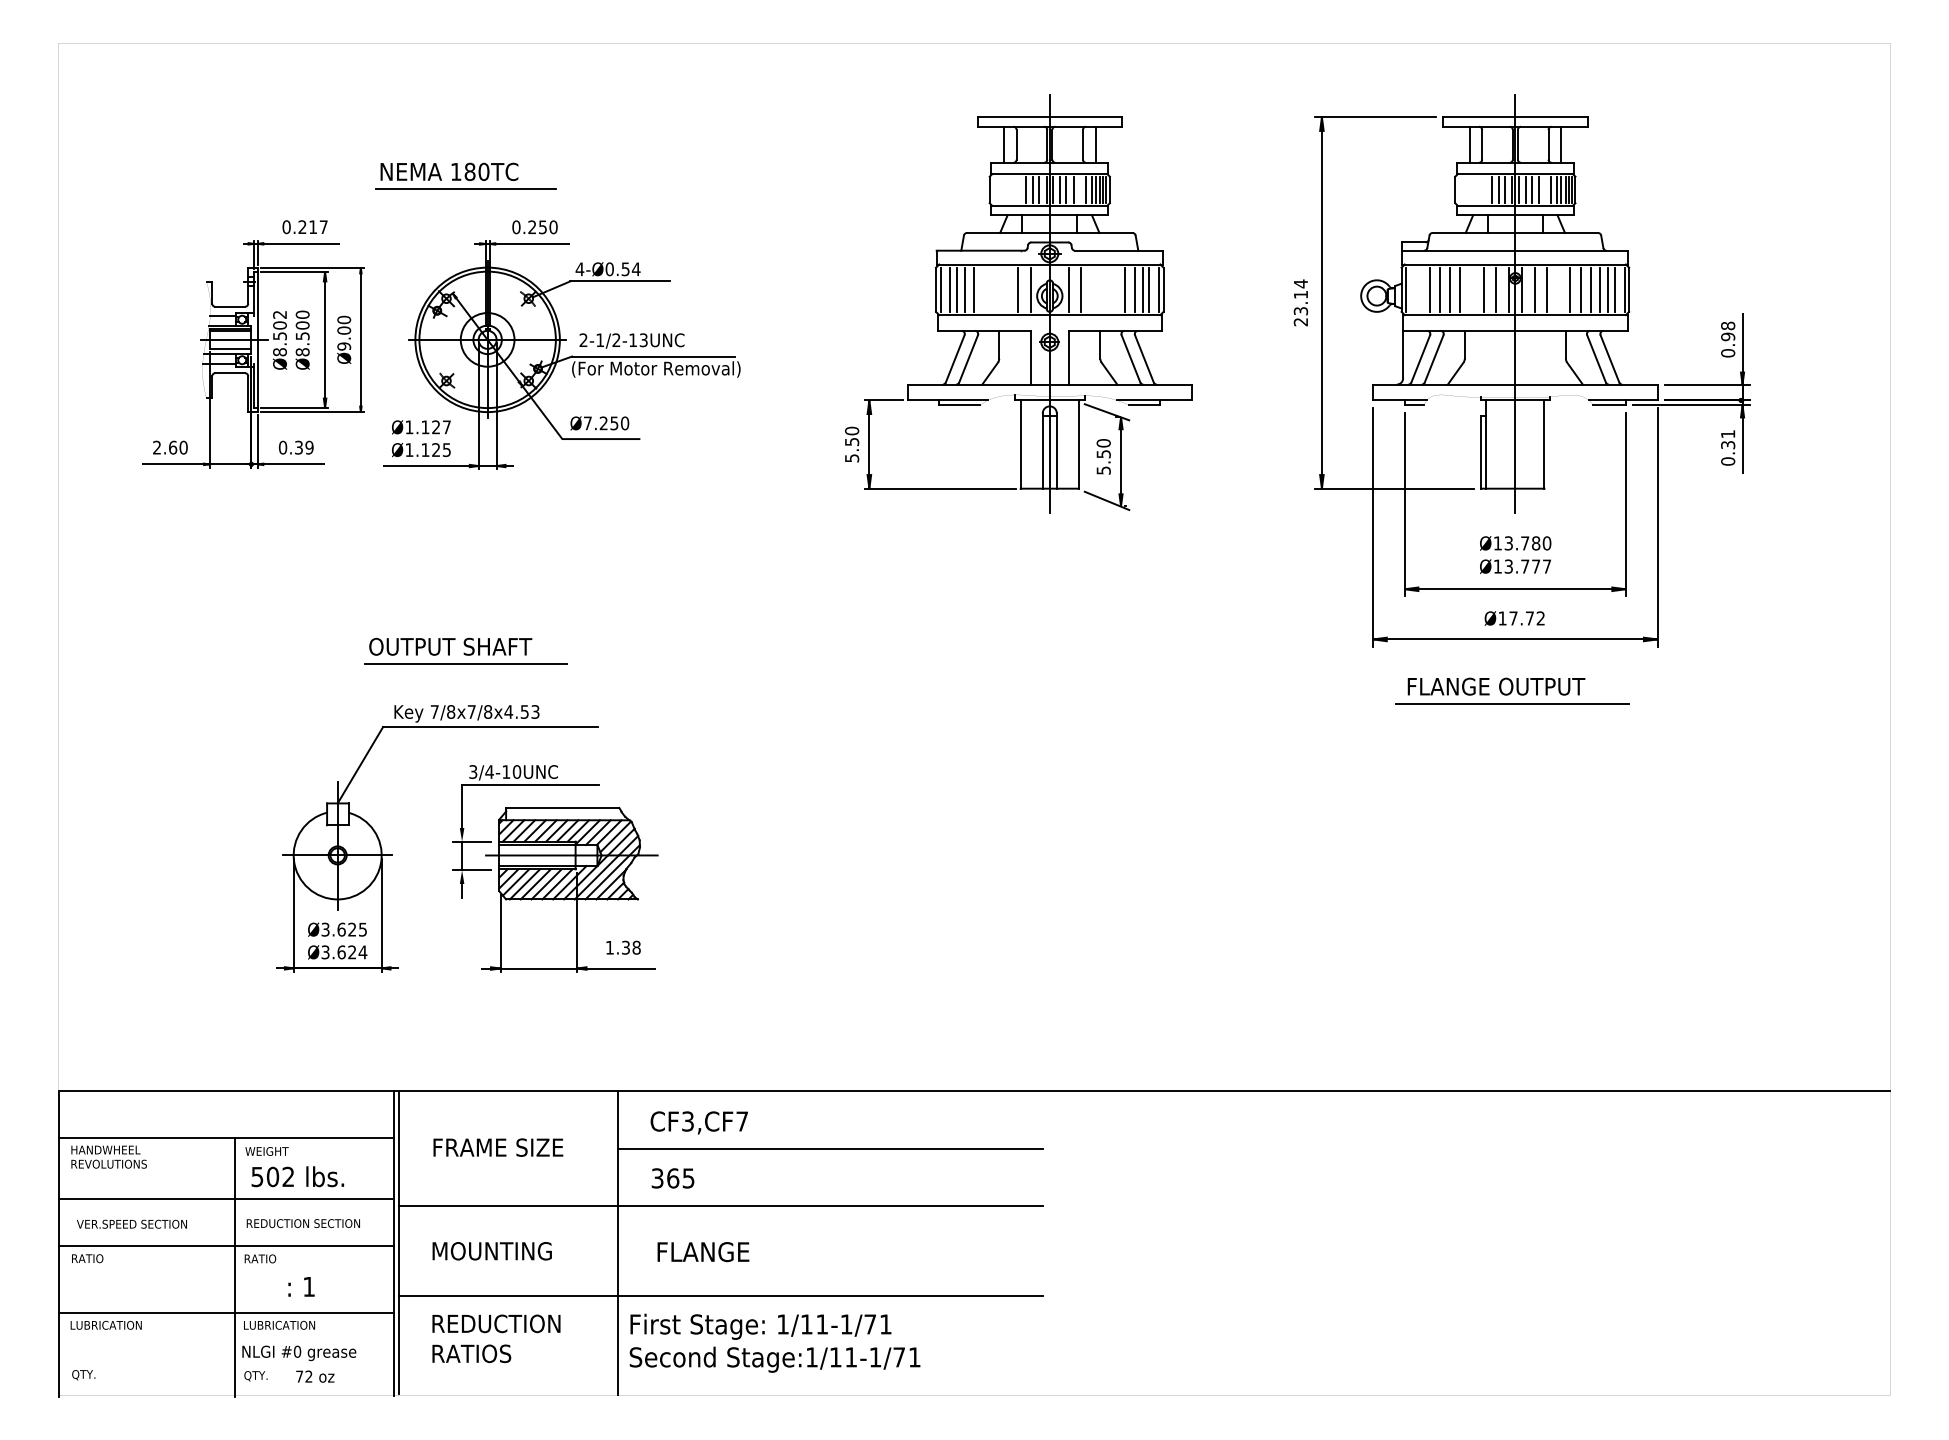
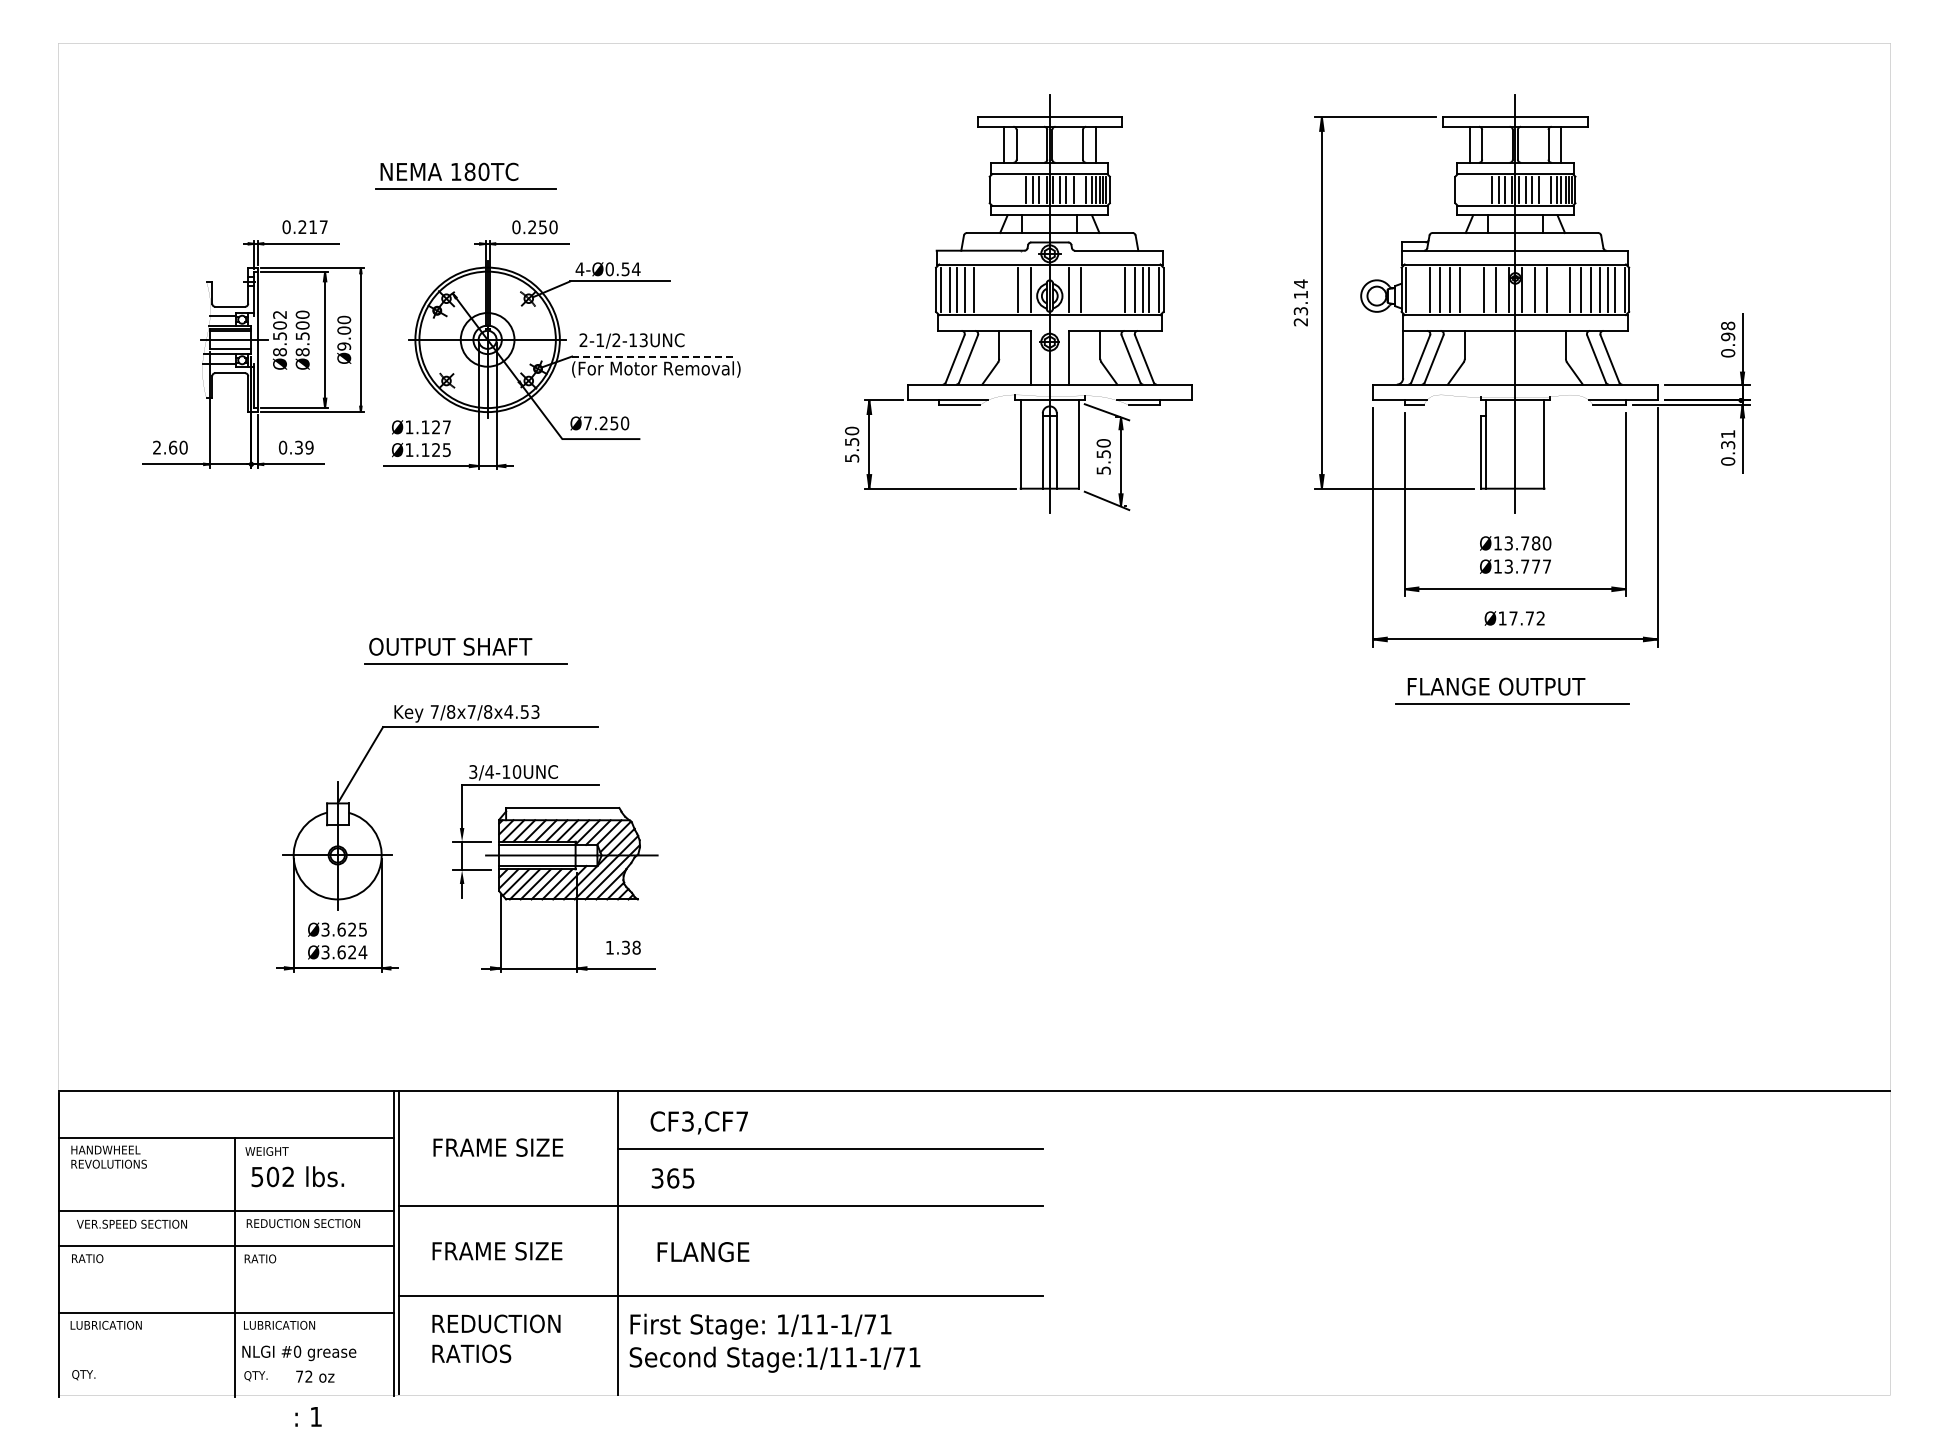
line at (653, 356): solid -> dashed
line at (226, 1199) position: (226, 1199) -> (226, 1211)
text at (498, 1251): MOUNTING -> FRAME SIZE
text at (301, 1286) position: (301, 1286) -> (308, 1416)
